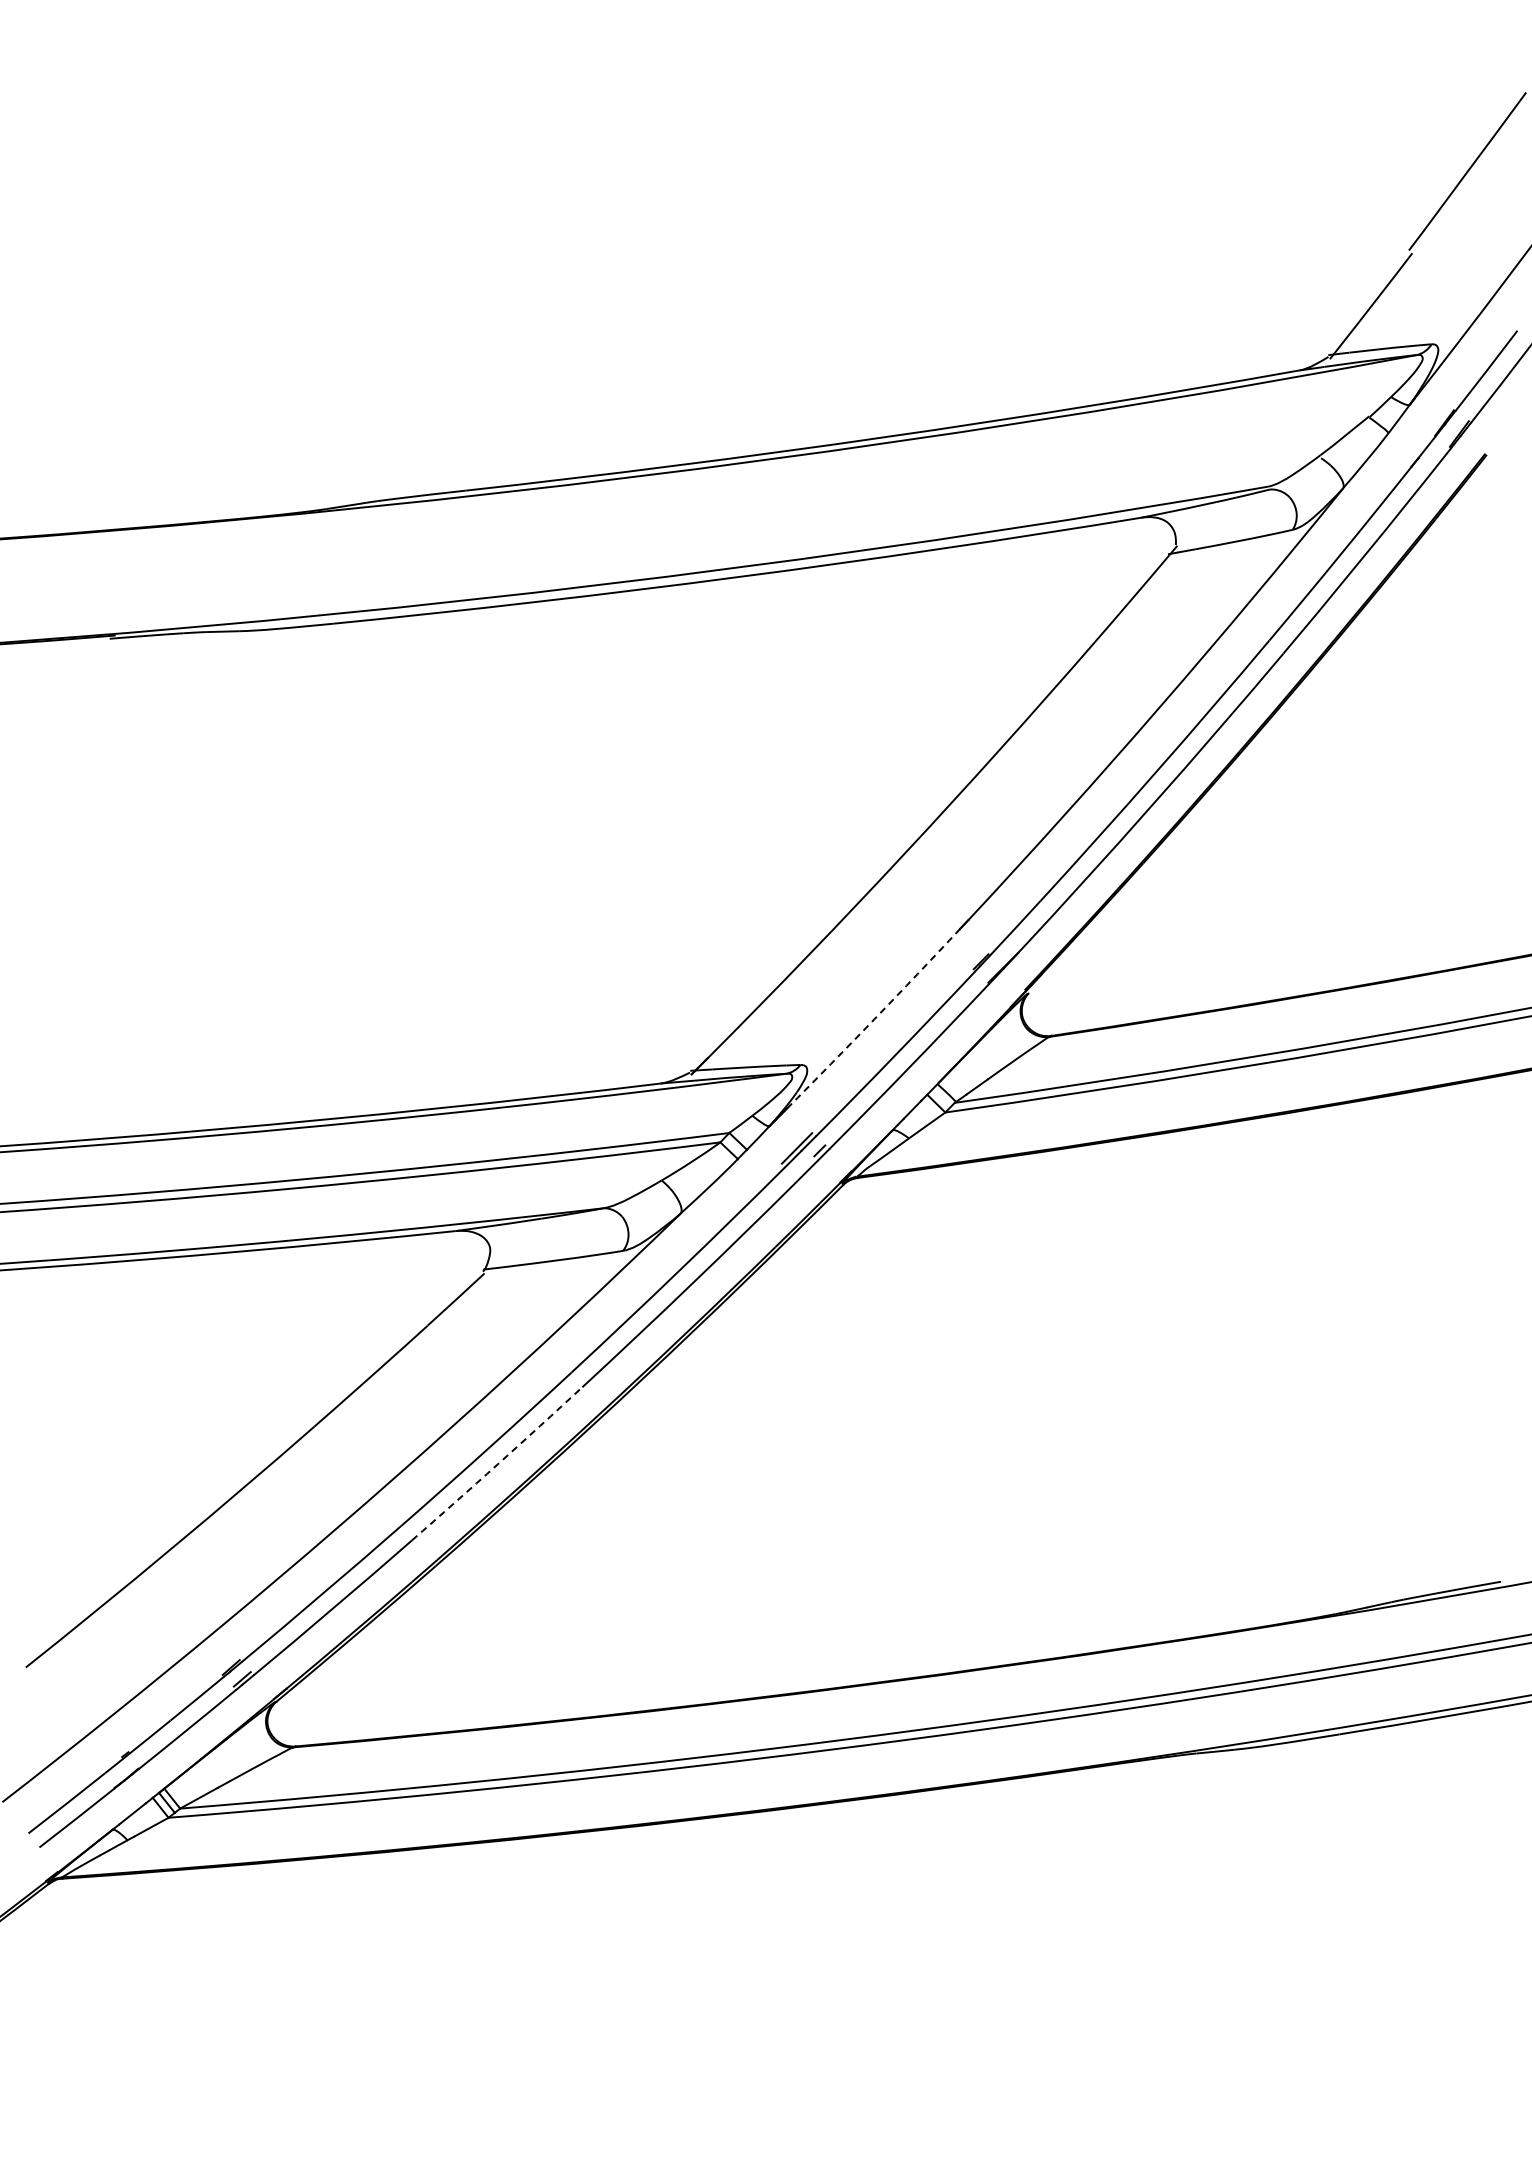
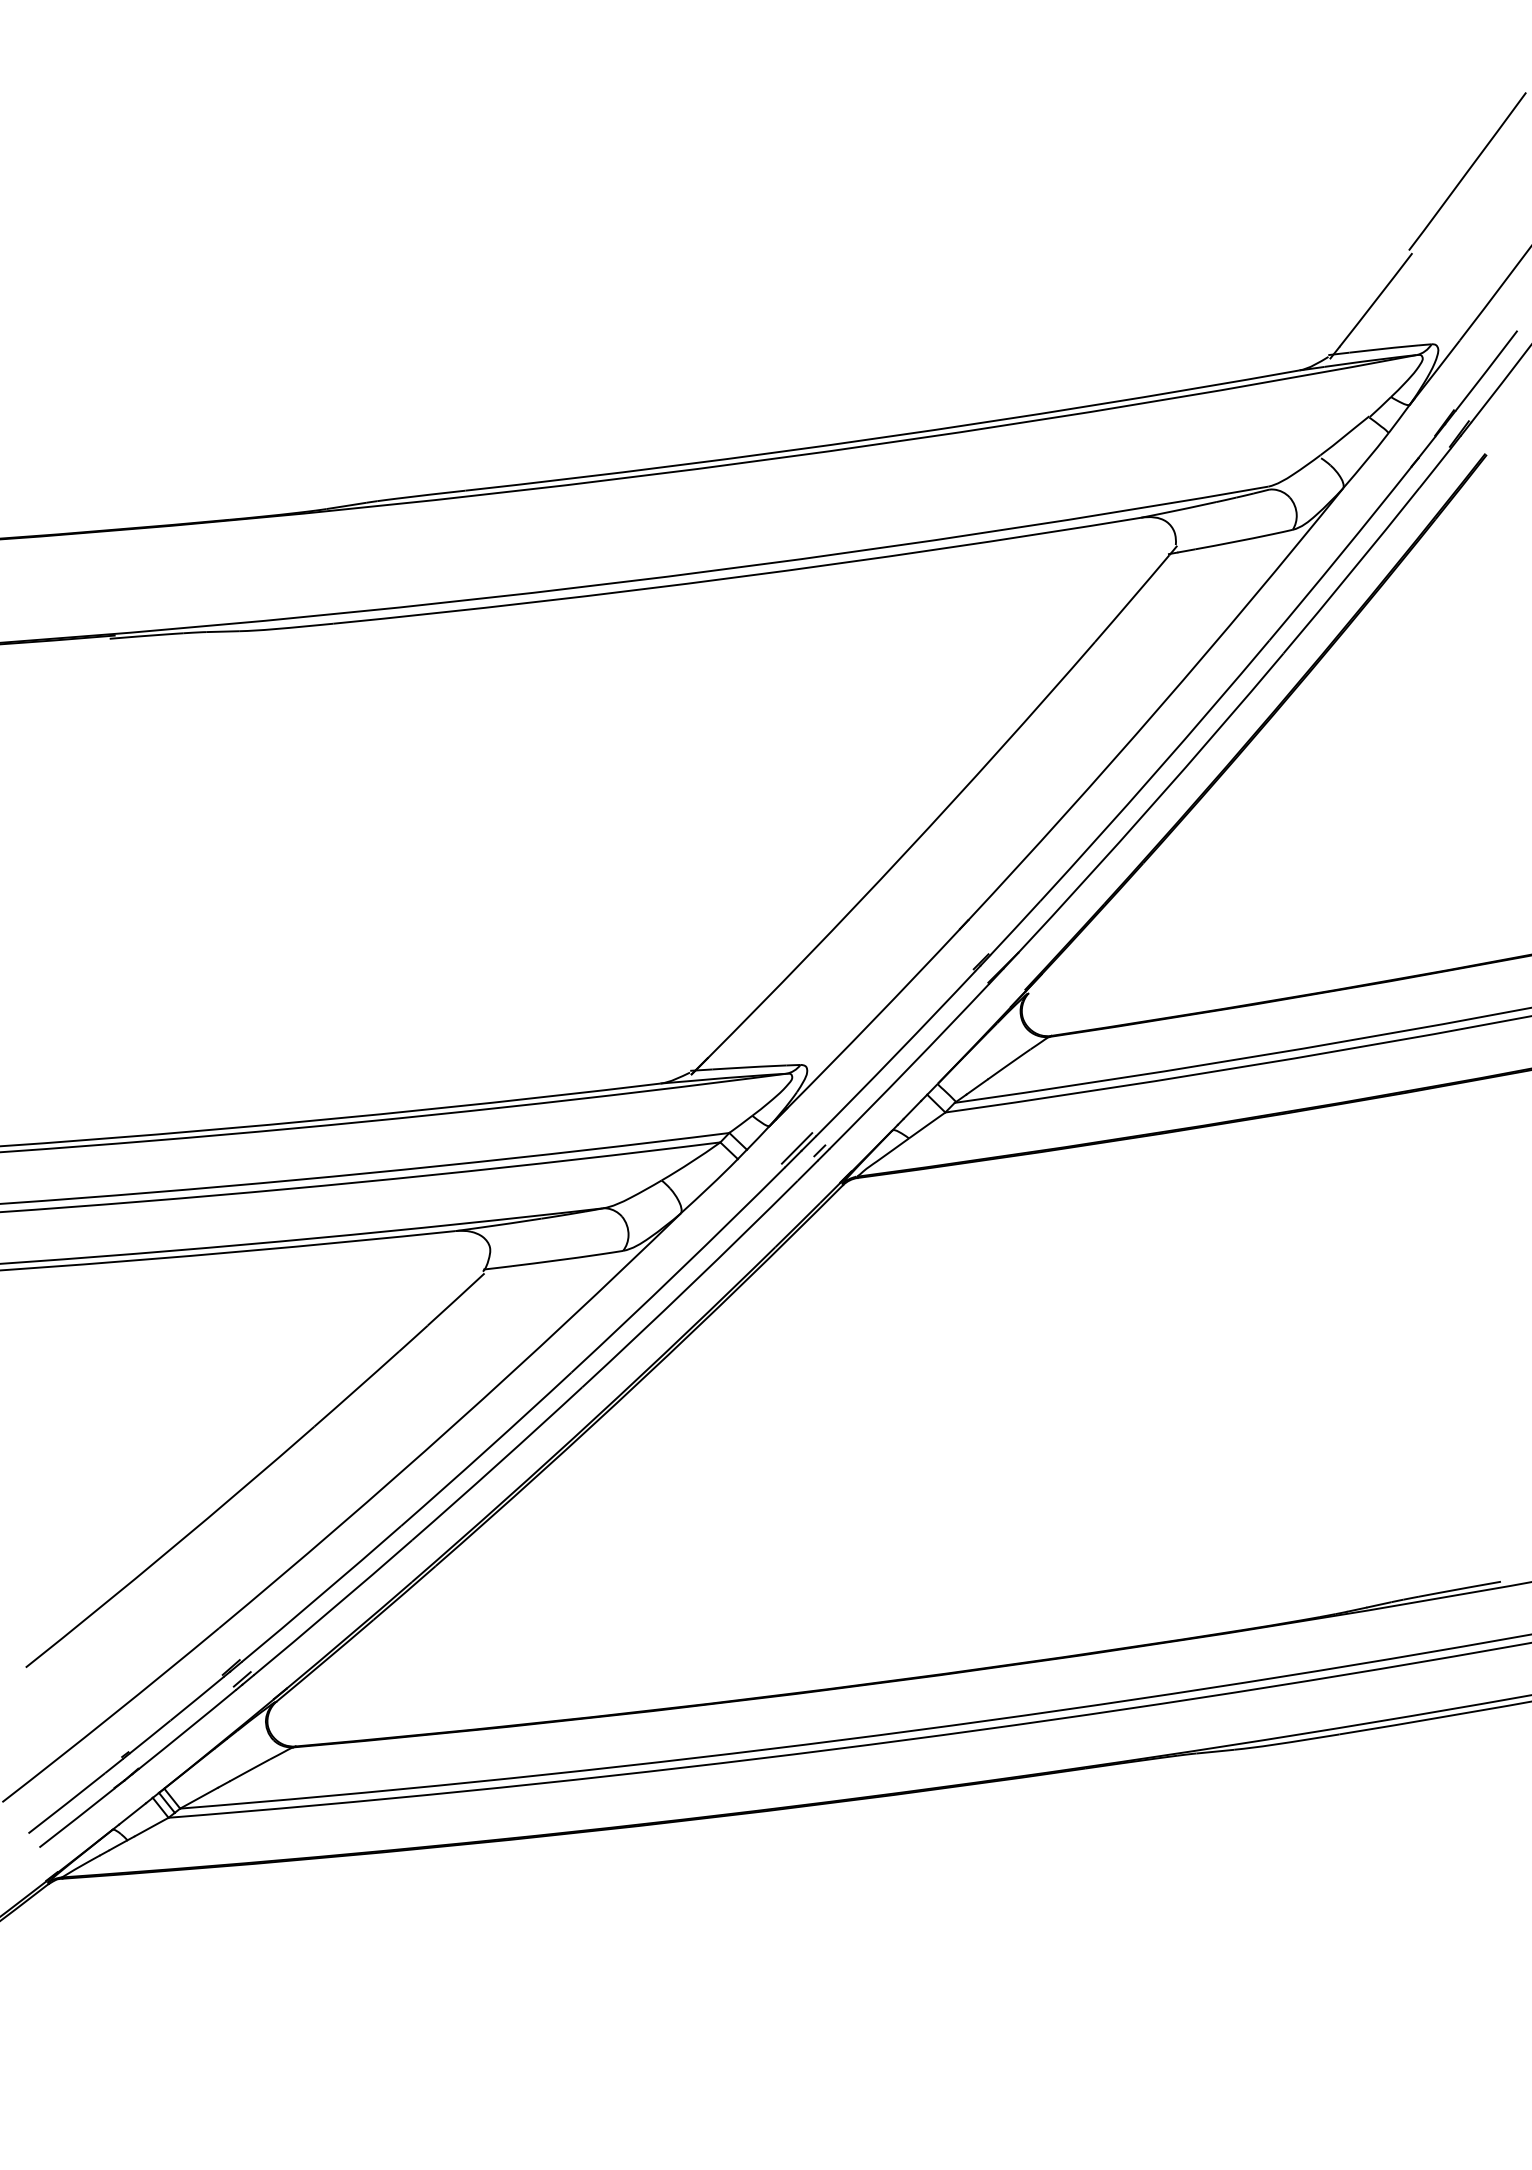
arc at (874, 1019): dashed -> solid
arc at (497, 1464): dashed -> solid
